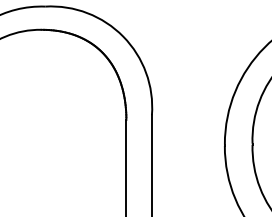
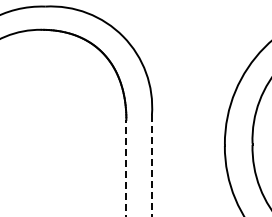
line at (151, 166): solid -> dashed
line at (126, 167): solid -> dashed
